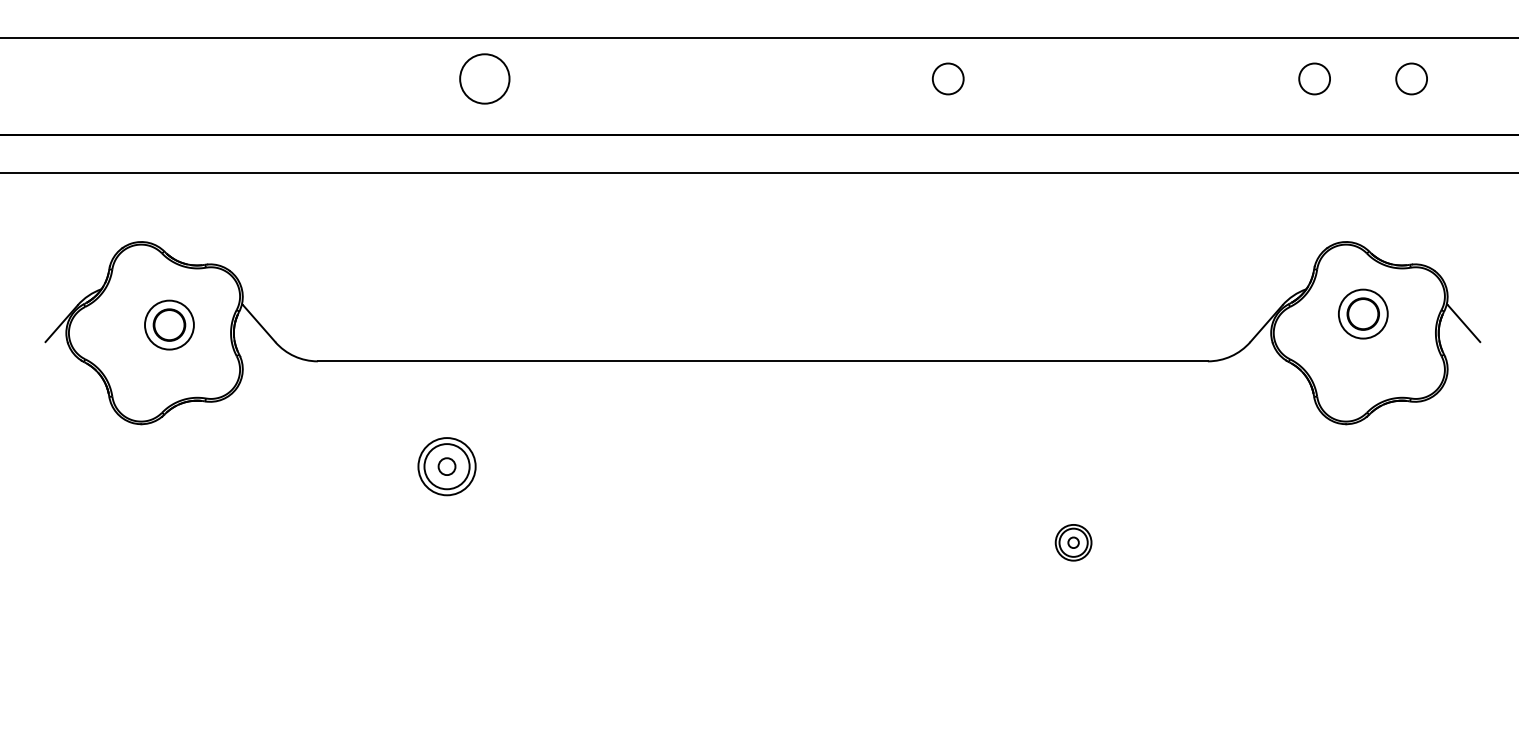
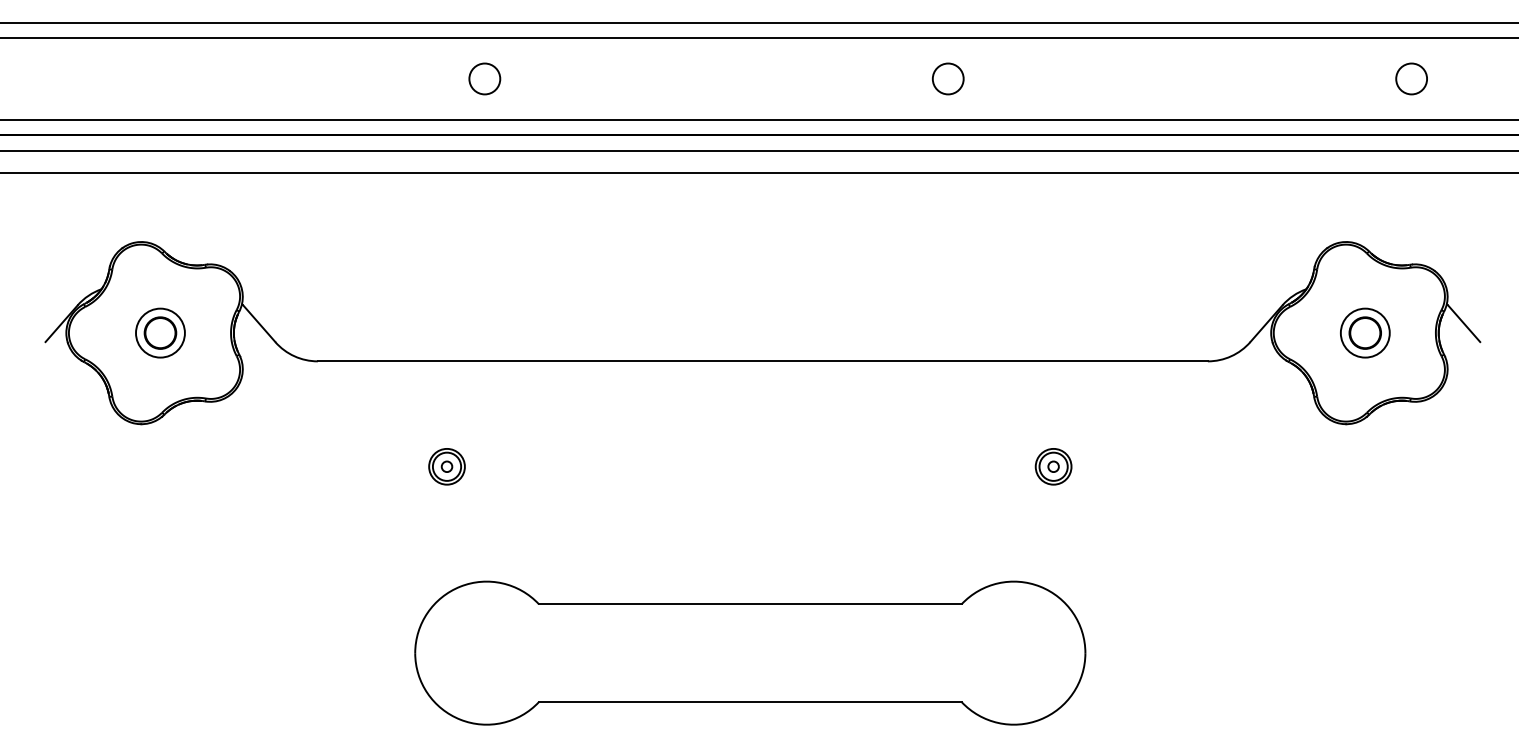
line at (758, 22): none -> present
circle at (484, 78) diameter: 49 px -> 31 px
circle at (1314, 78): present -> none
line at (758, 120): none -> present
line at (758, 150): none -> present
part at (1363, 313) position: (1363, 313) -> (1365, 332)
part at (169, 324) position: (169, 324) -> (160, 332)
part at (446, 466) size: 60x60 px -> 38x38 px
part at (1073, 542) position: (1073, 542) -> (1053, 466)
part at (750, 652): none -> present
